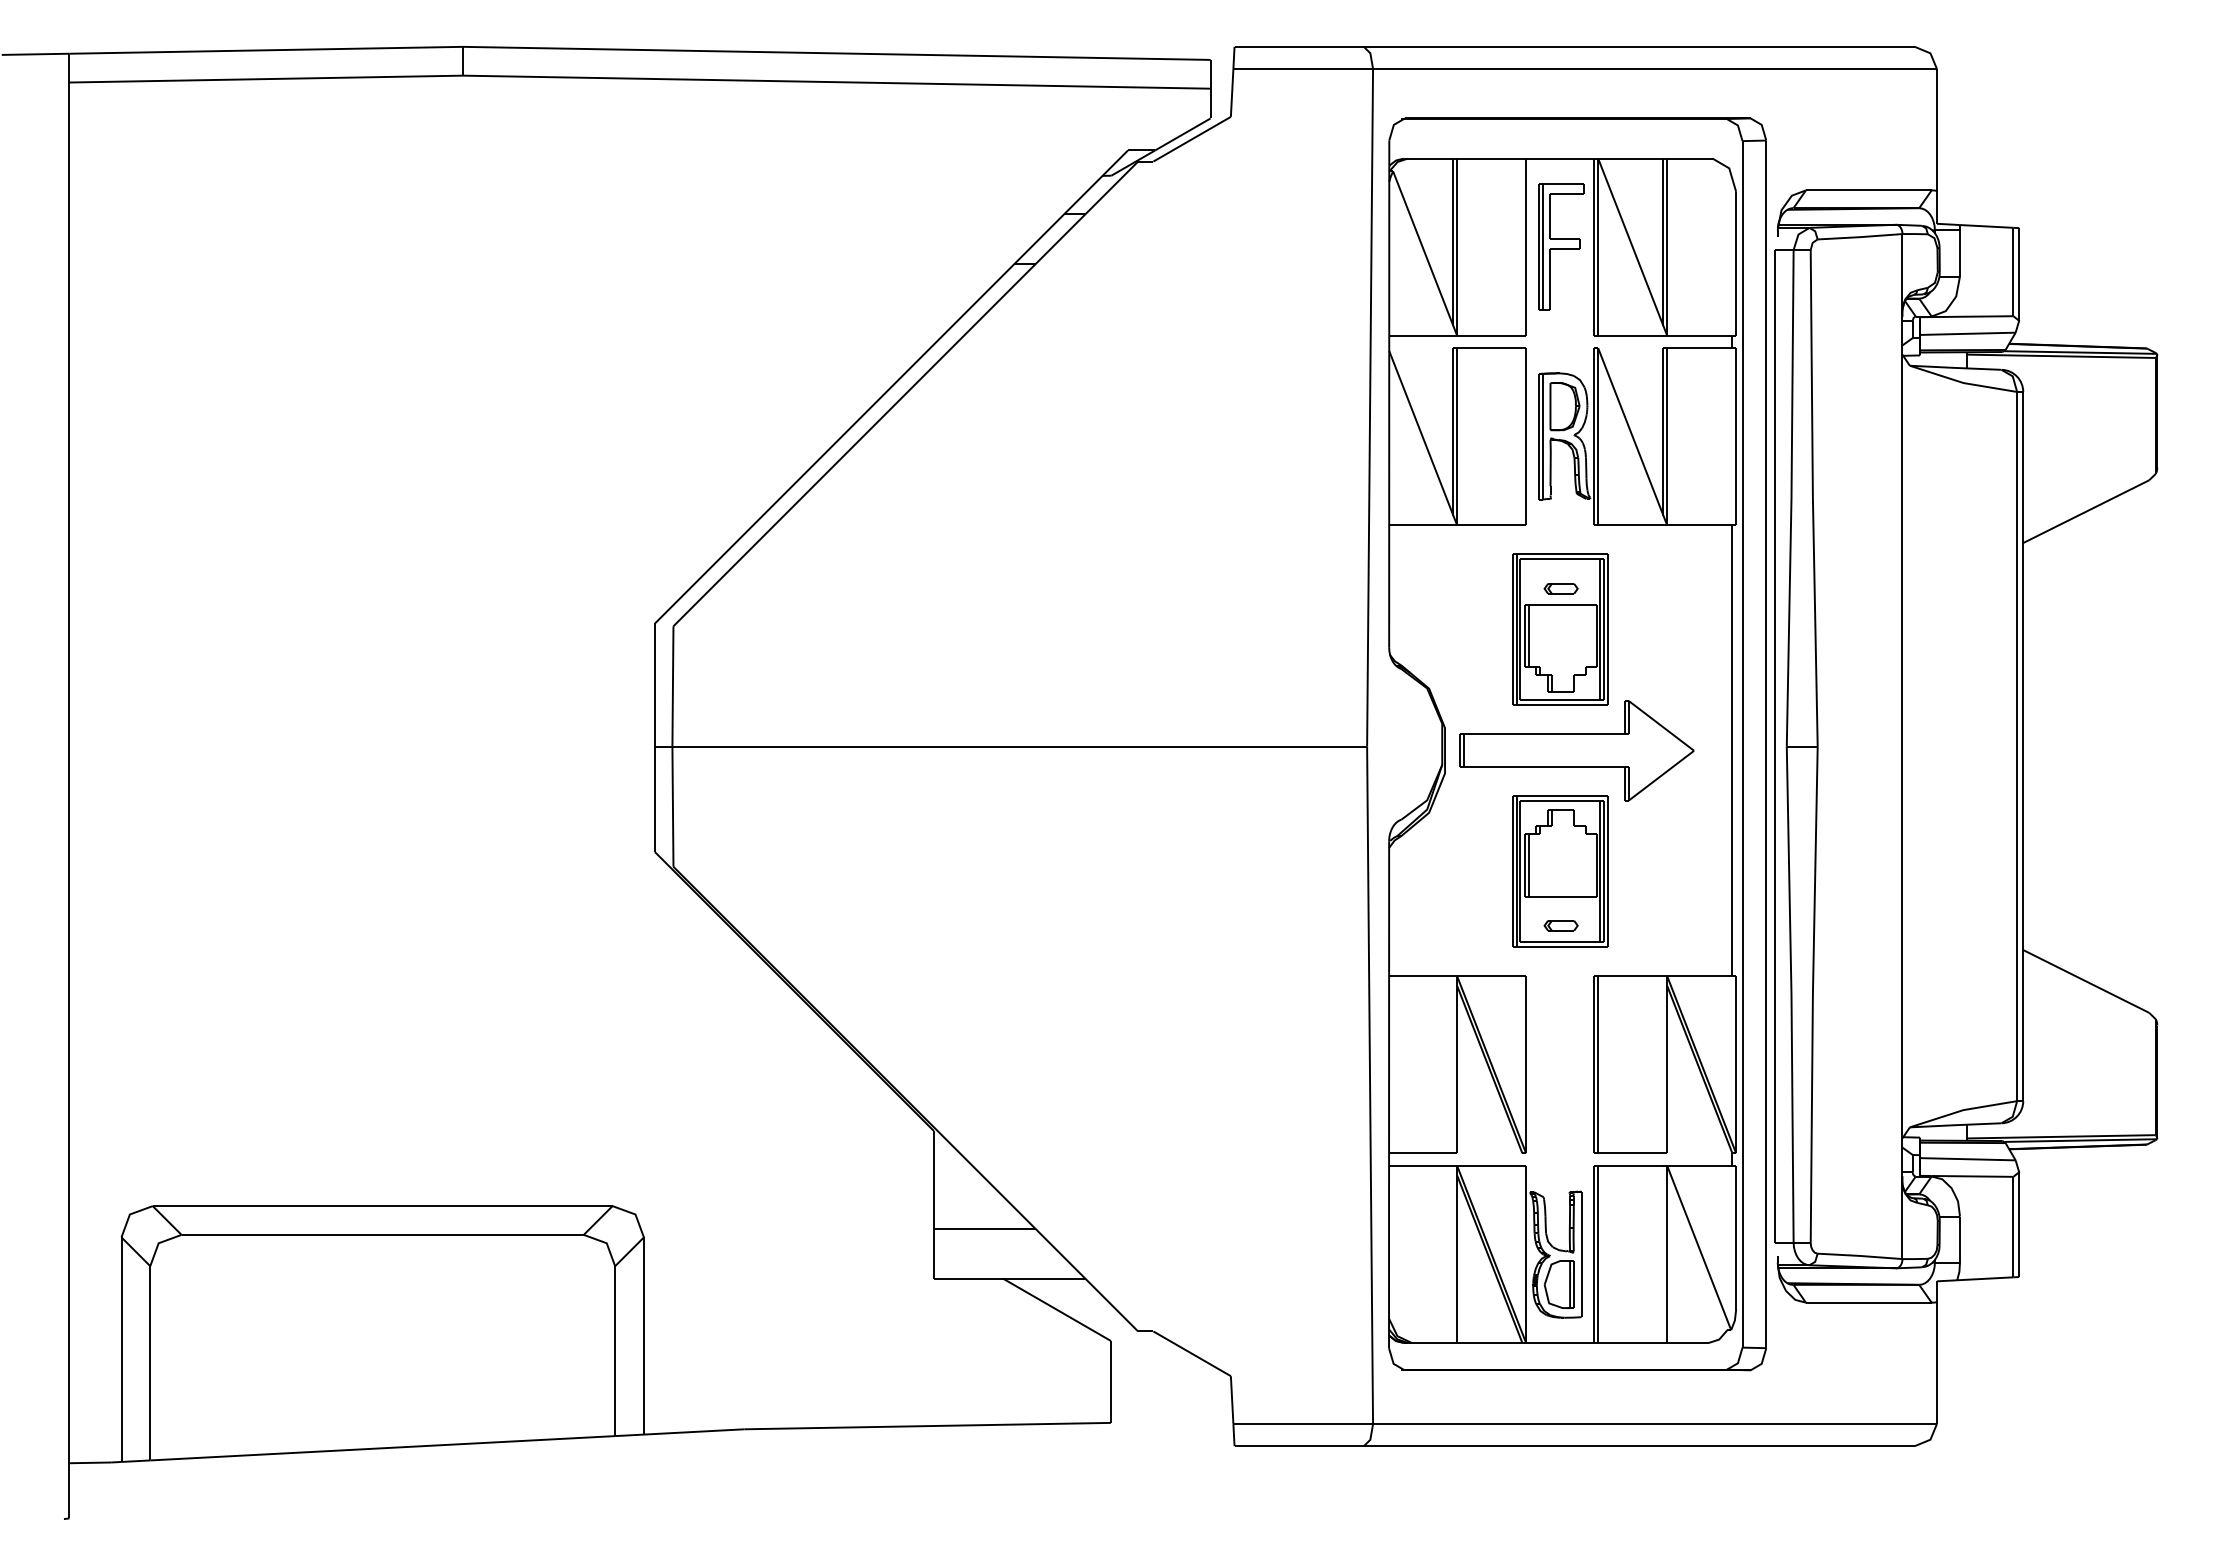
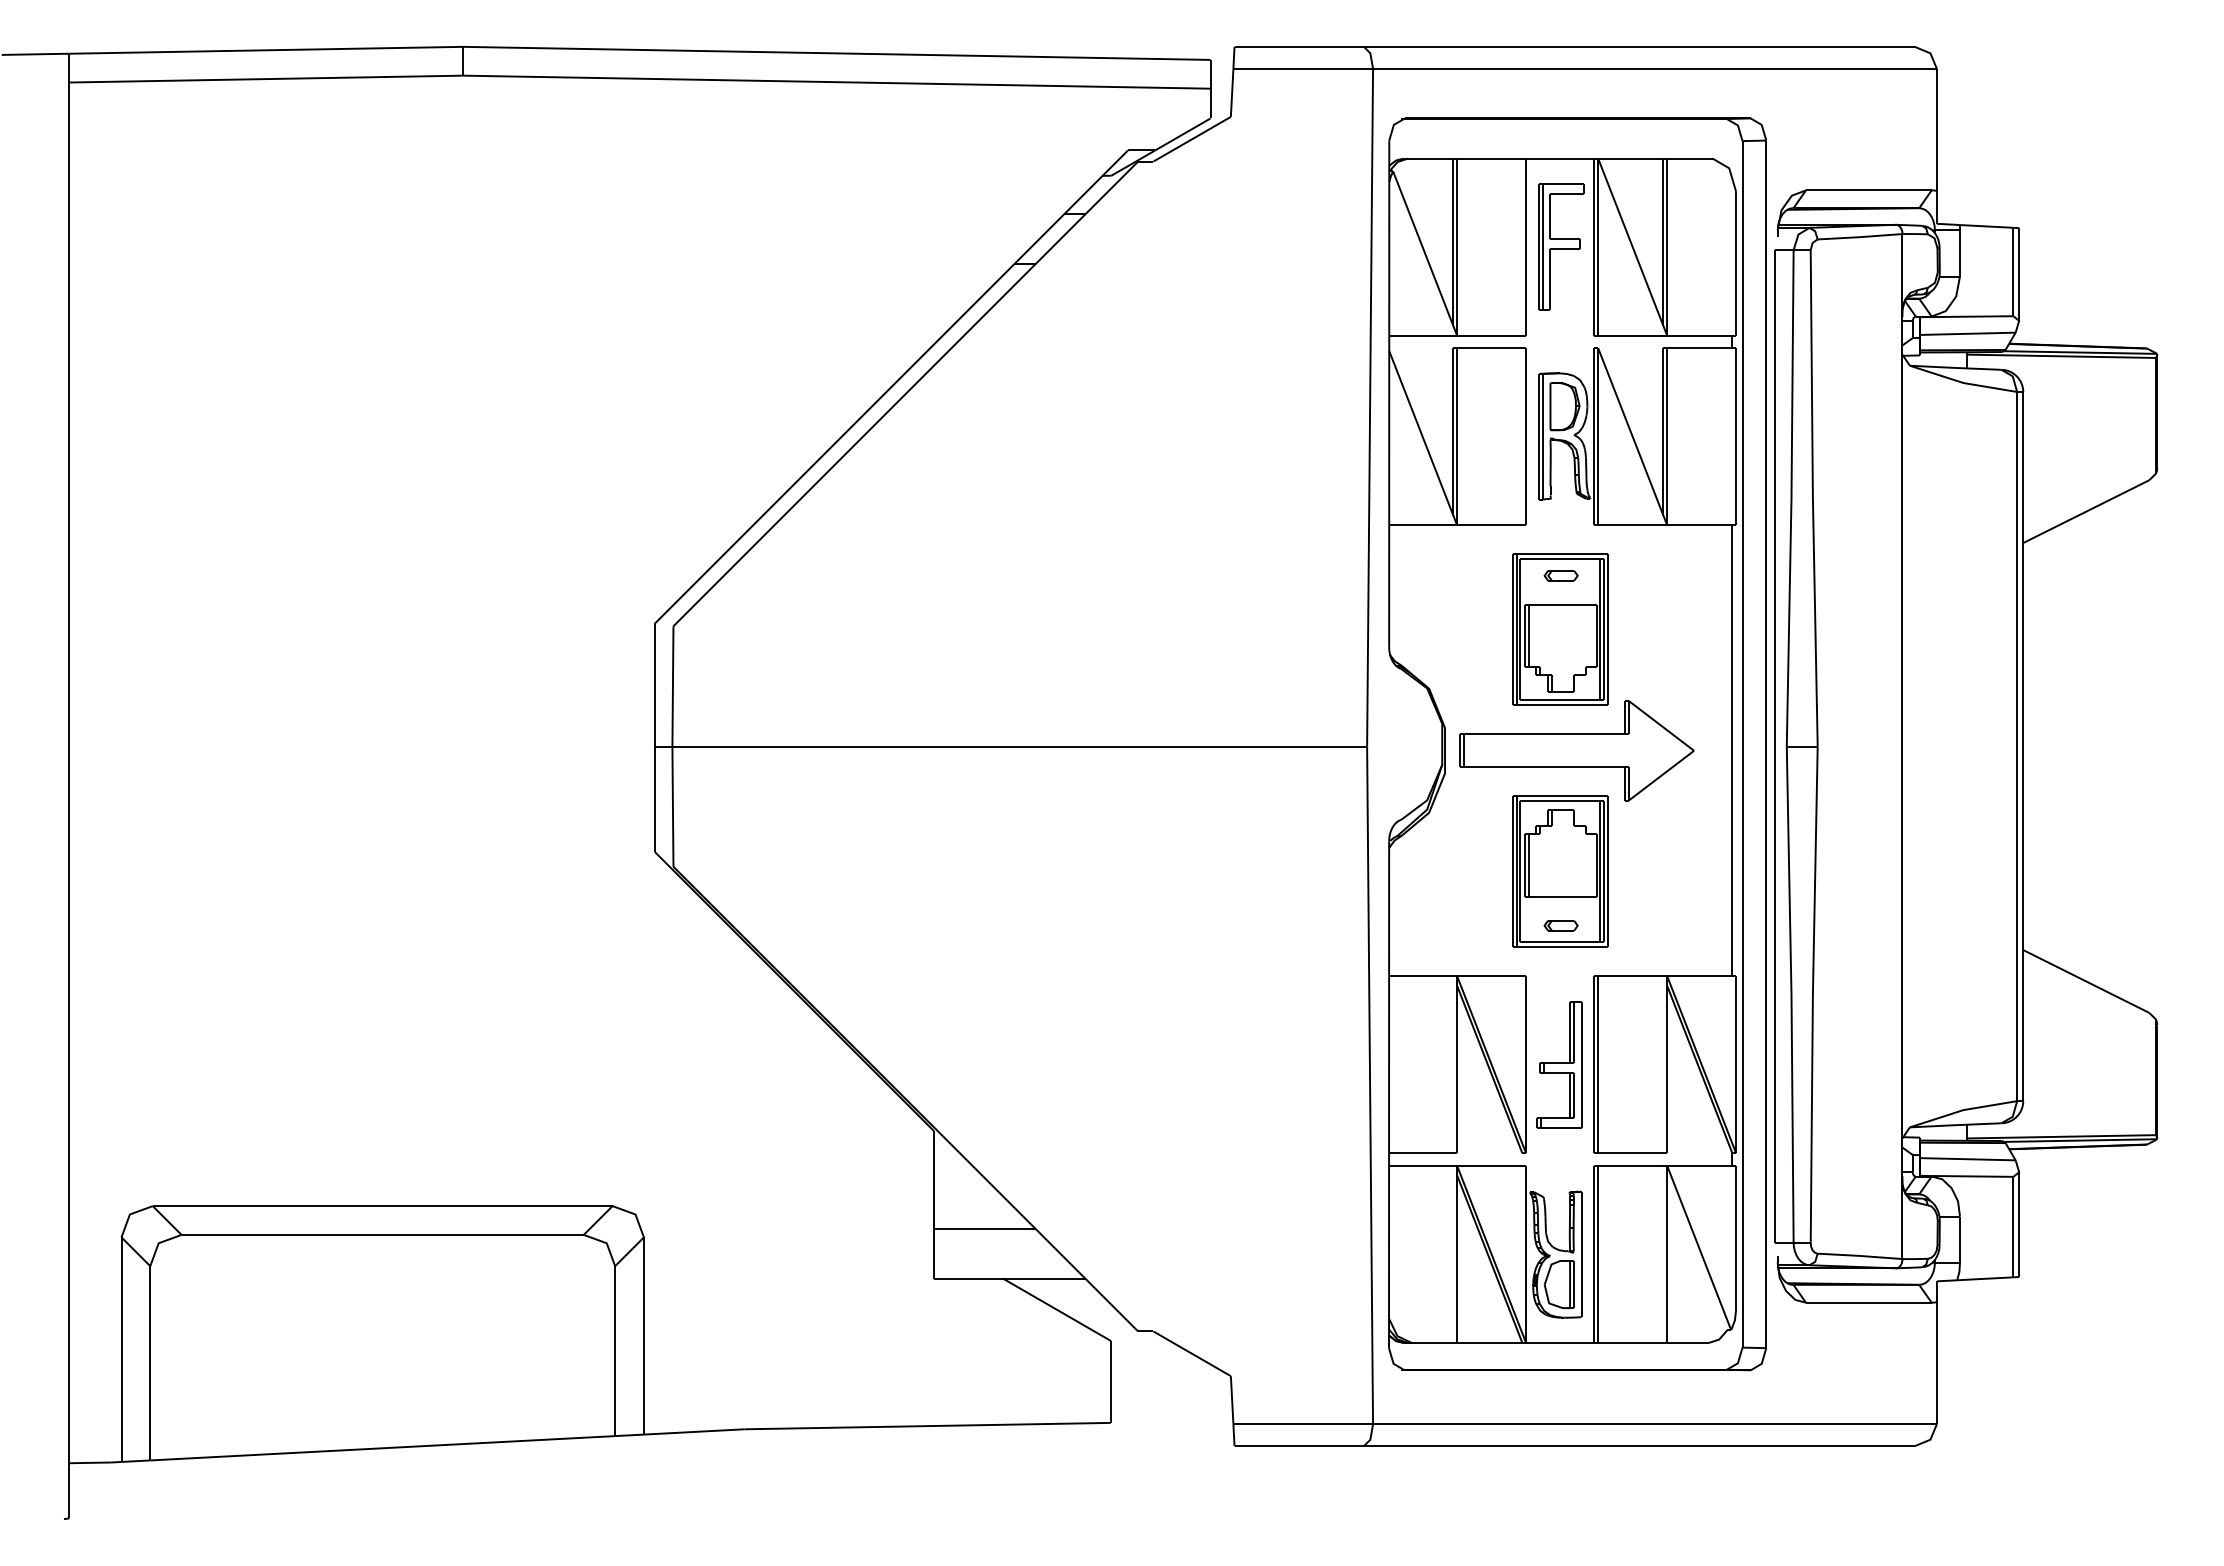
part at (1560, 588) position: (1560, 588) -> (1560, 575)
part at (1559, 1064): none -> present
